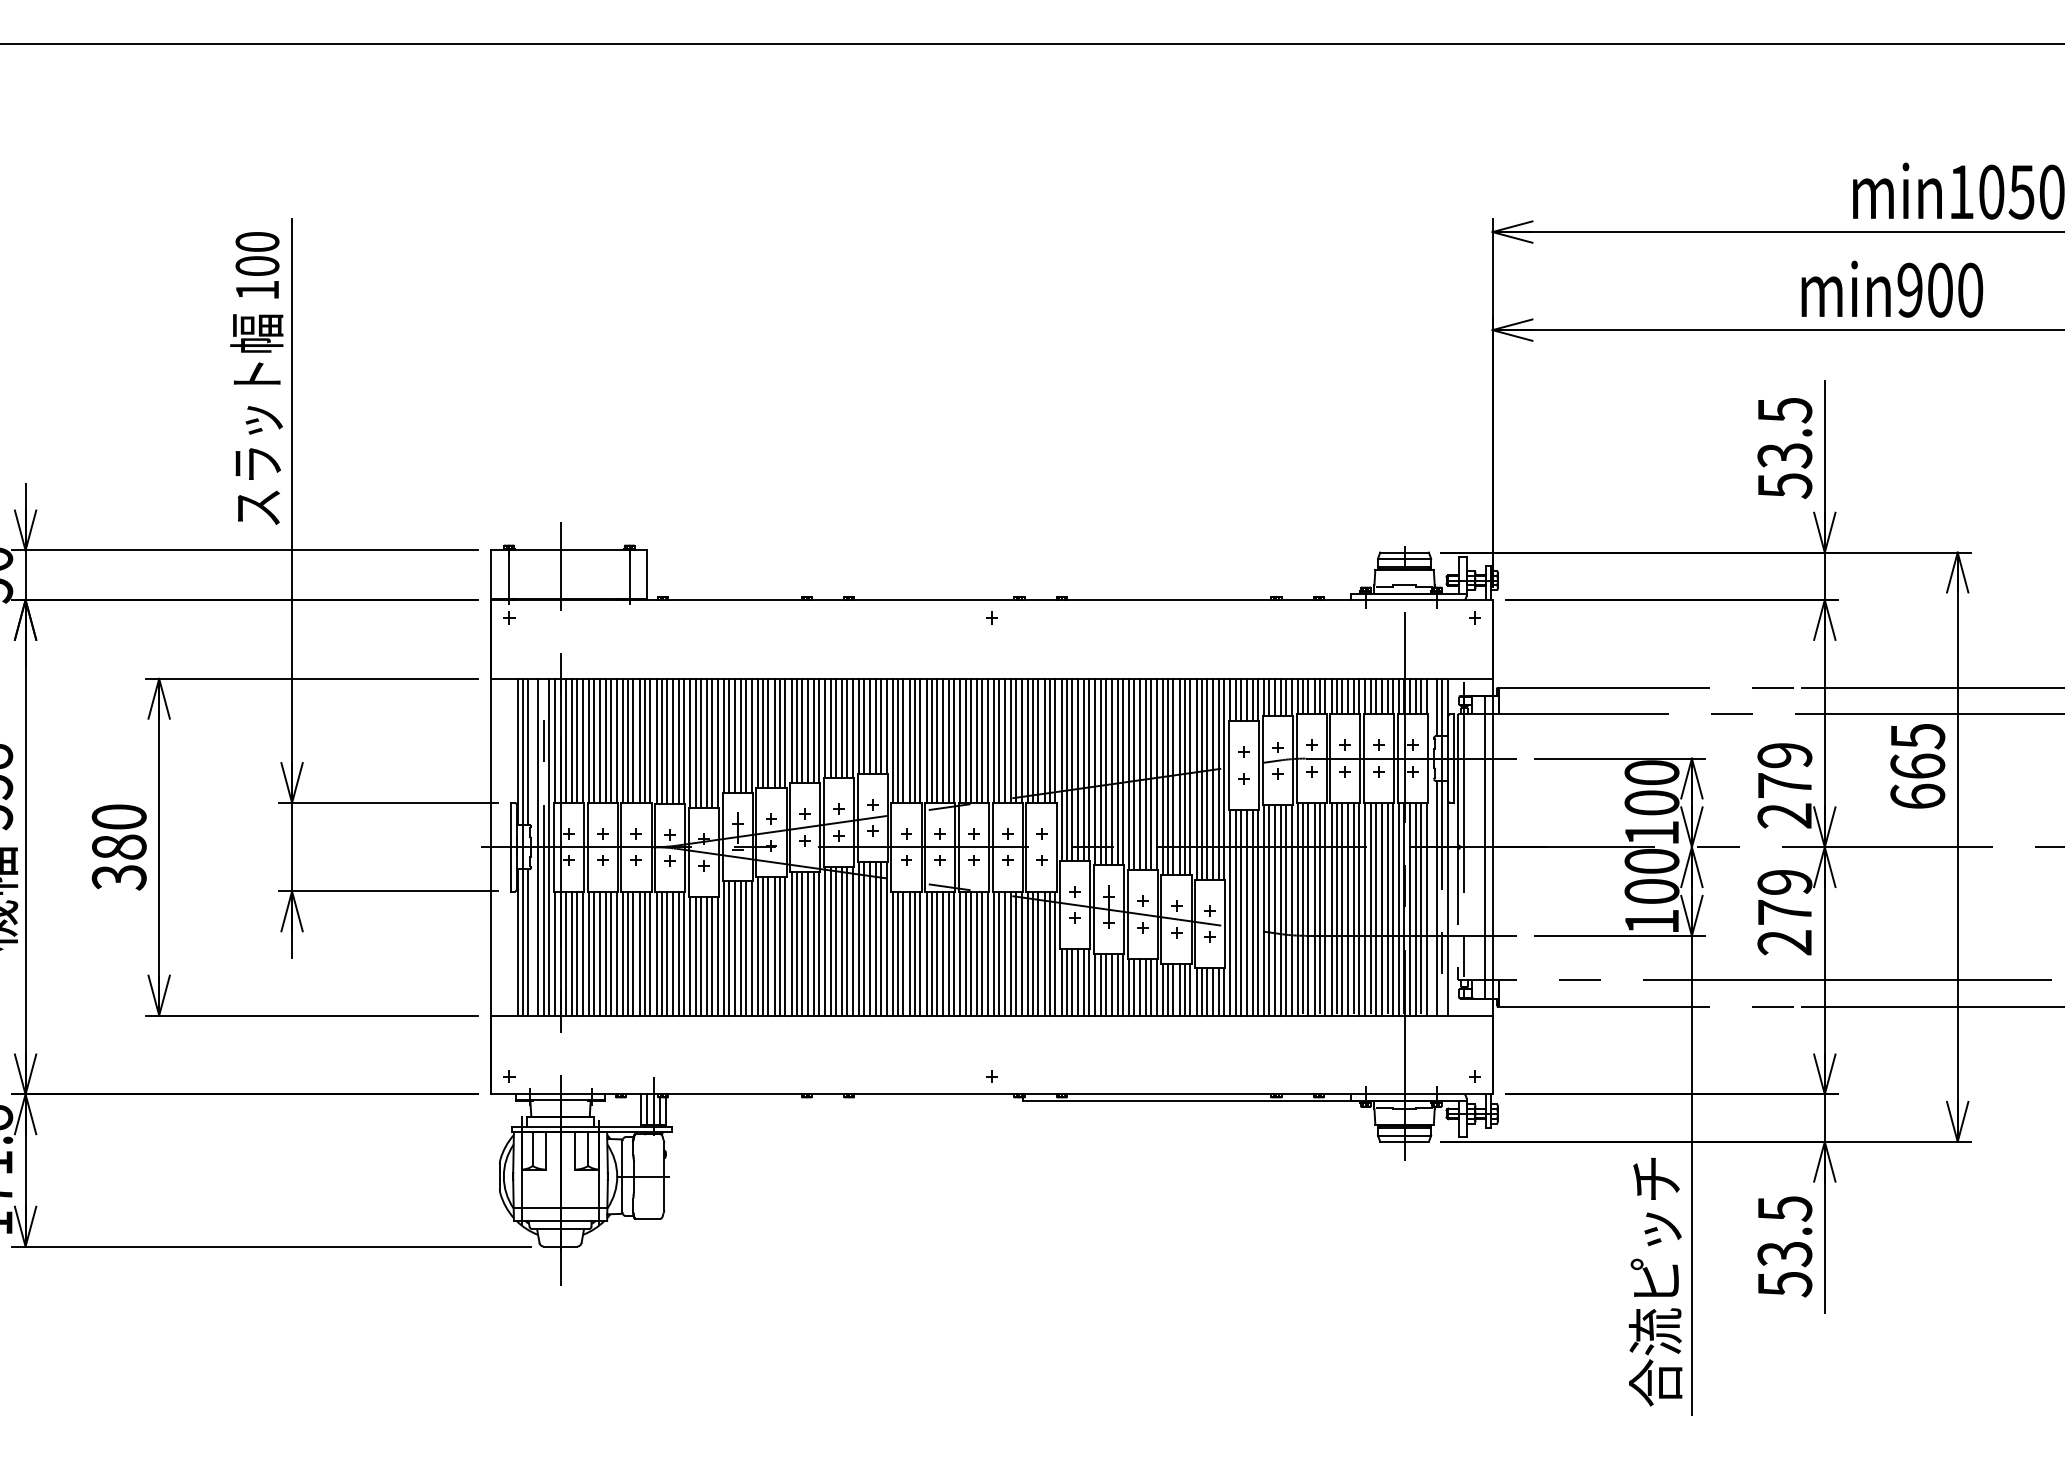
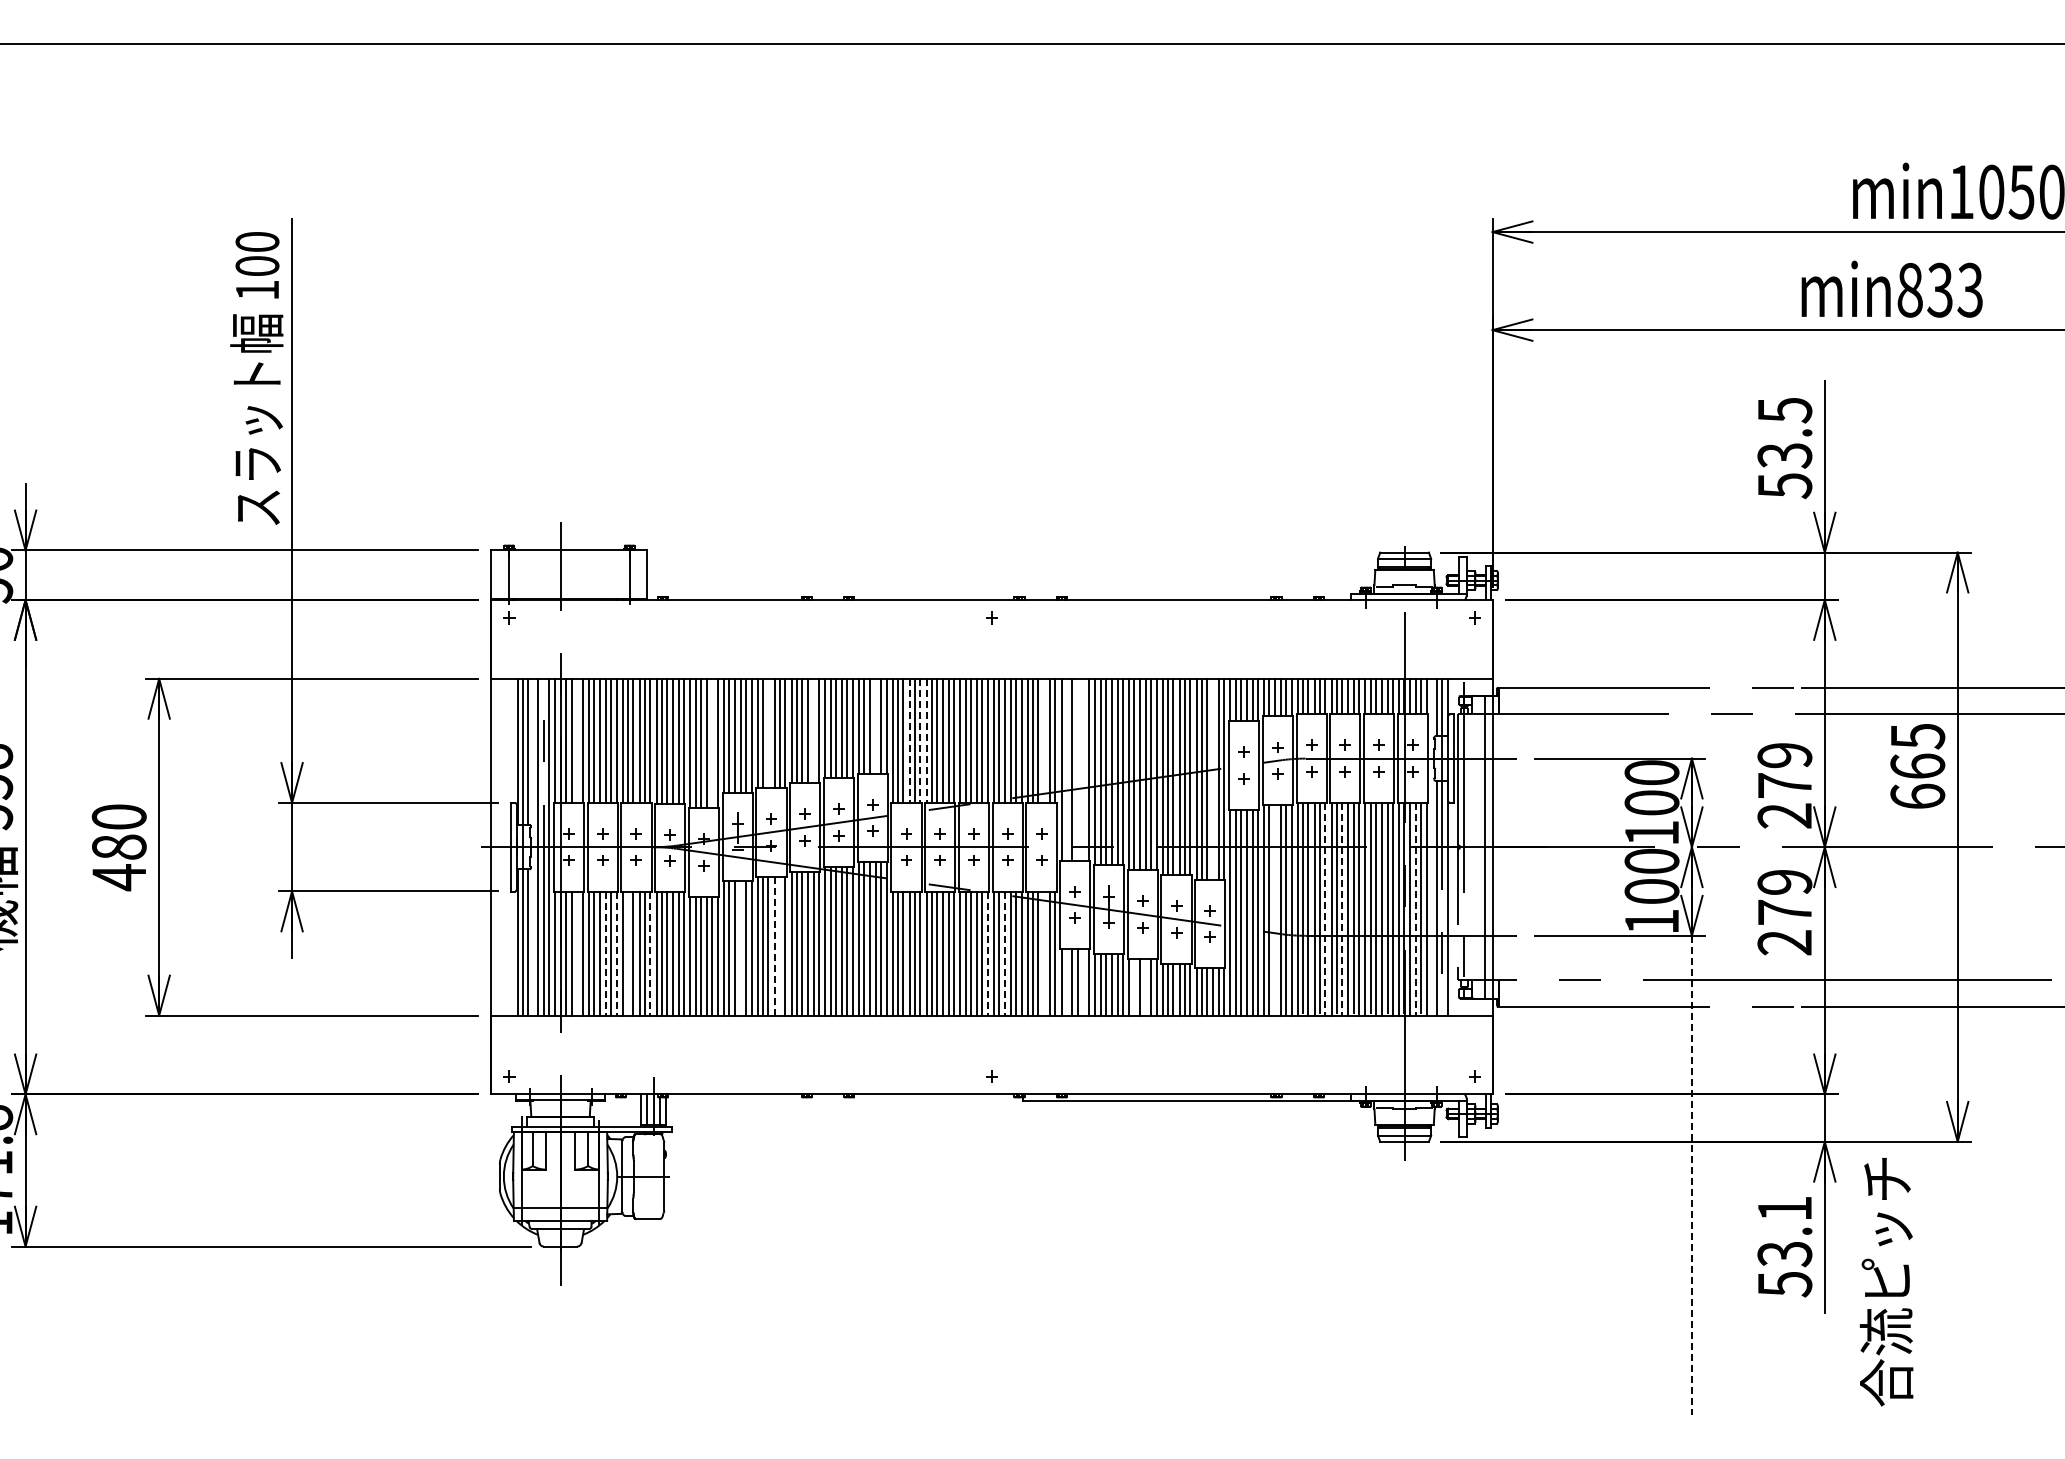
text at (1940, 289): min900 -> min833
line at (875, 725): present -> none
line at (813, 730): present -> none
line at (768, 732): present -> none
line at (577, 740): present -> none
line at (1044, 740): present -> none
line at (909, 741): solid -> dashed
line at (920, 741): solid -> dashed
line at (926, 741): solid -> dashed
line at (712, 743): present -> none
line at (1066, 769): present -> none
line at (1078, 769): present -> none
line at (1083, 769): present -> none
line at (1213, 778): present -> none
text at (118, 877): 380 -> 480
line at (1325, 909): solid -> dashed
line at (1342, 909): solid -> dashed
line at (1415, 909): solid -> dashed
line at (1274, 910): present -> none
line at (779, 945): present -> none
line at (774, 946): solid -> dashed
line at (740, 948): present -> none
line at (577, 953): present -> none
line at (628, 953): present -> none
line at (1044, 953): present -> none
line at (605, 954): solid -> dashed
line at (616, 954): solid -> dashed
line at (650, 954): solid -> dashed
line at (987, 954): solid -> dashed
line at (1004, 954): solid -> dashed
line at (1066, 982): present -> none
line at (1083, 982): present -> none
line at (1134, 986): present -> none
line at (1145, 986): present -> none
line at (1691, 1175): solid -> dashed
text at (1785, 1209): 53.5 -> 53.1
text at (1655, 1282) position: (1655, 1282) -> (1886, 1282)
